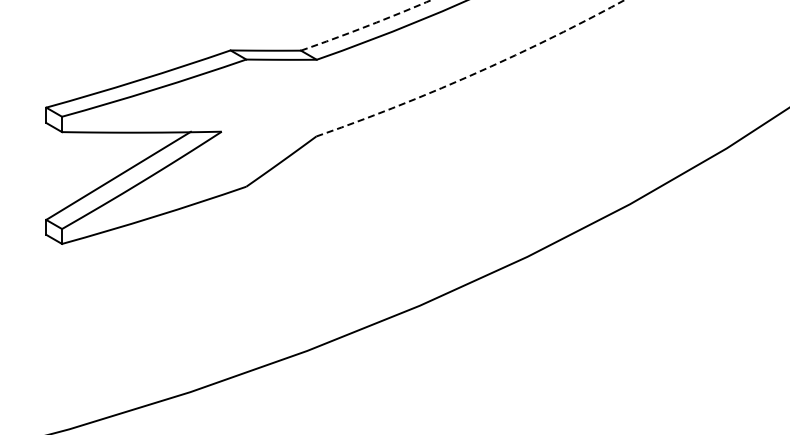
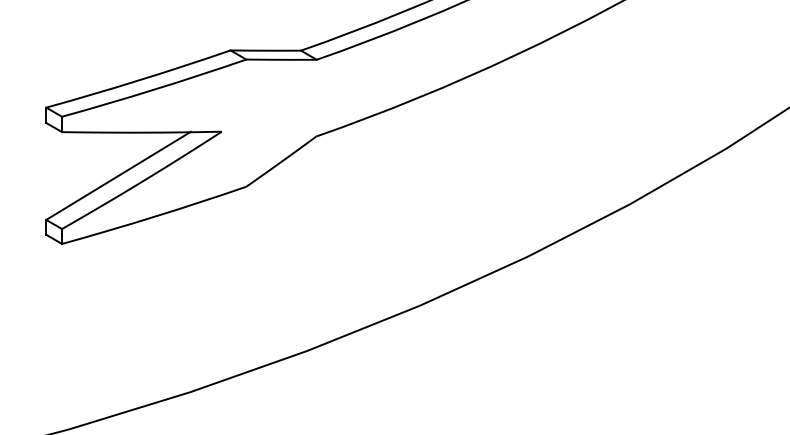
arc at (366, 26): dashed -> solid
arc at (473, 74): dashed -> solid
